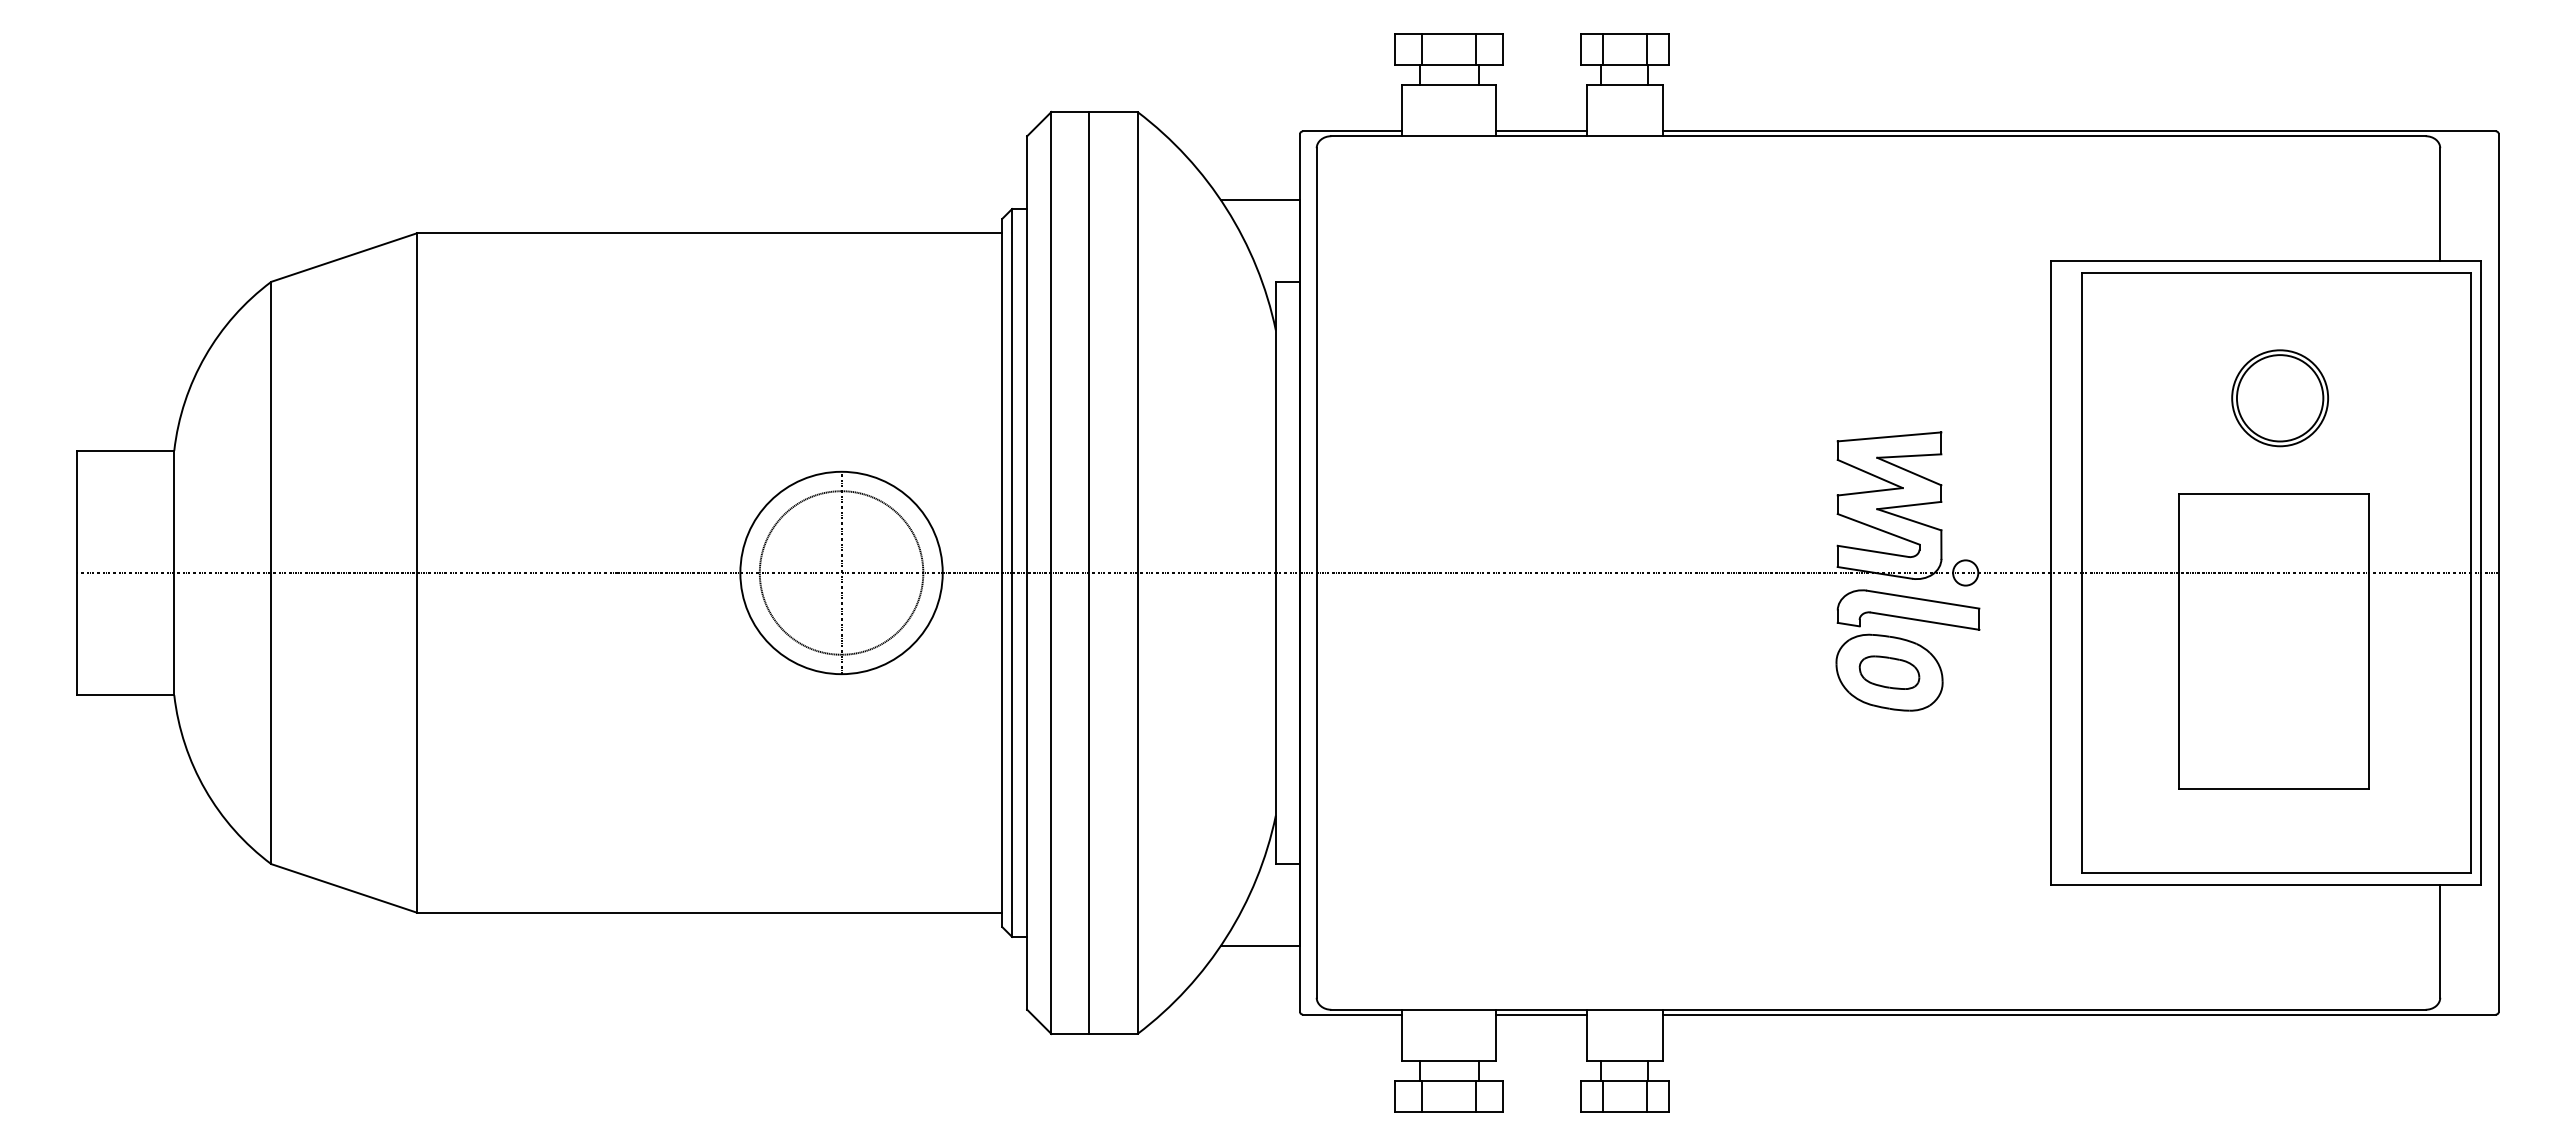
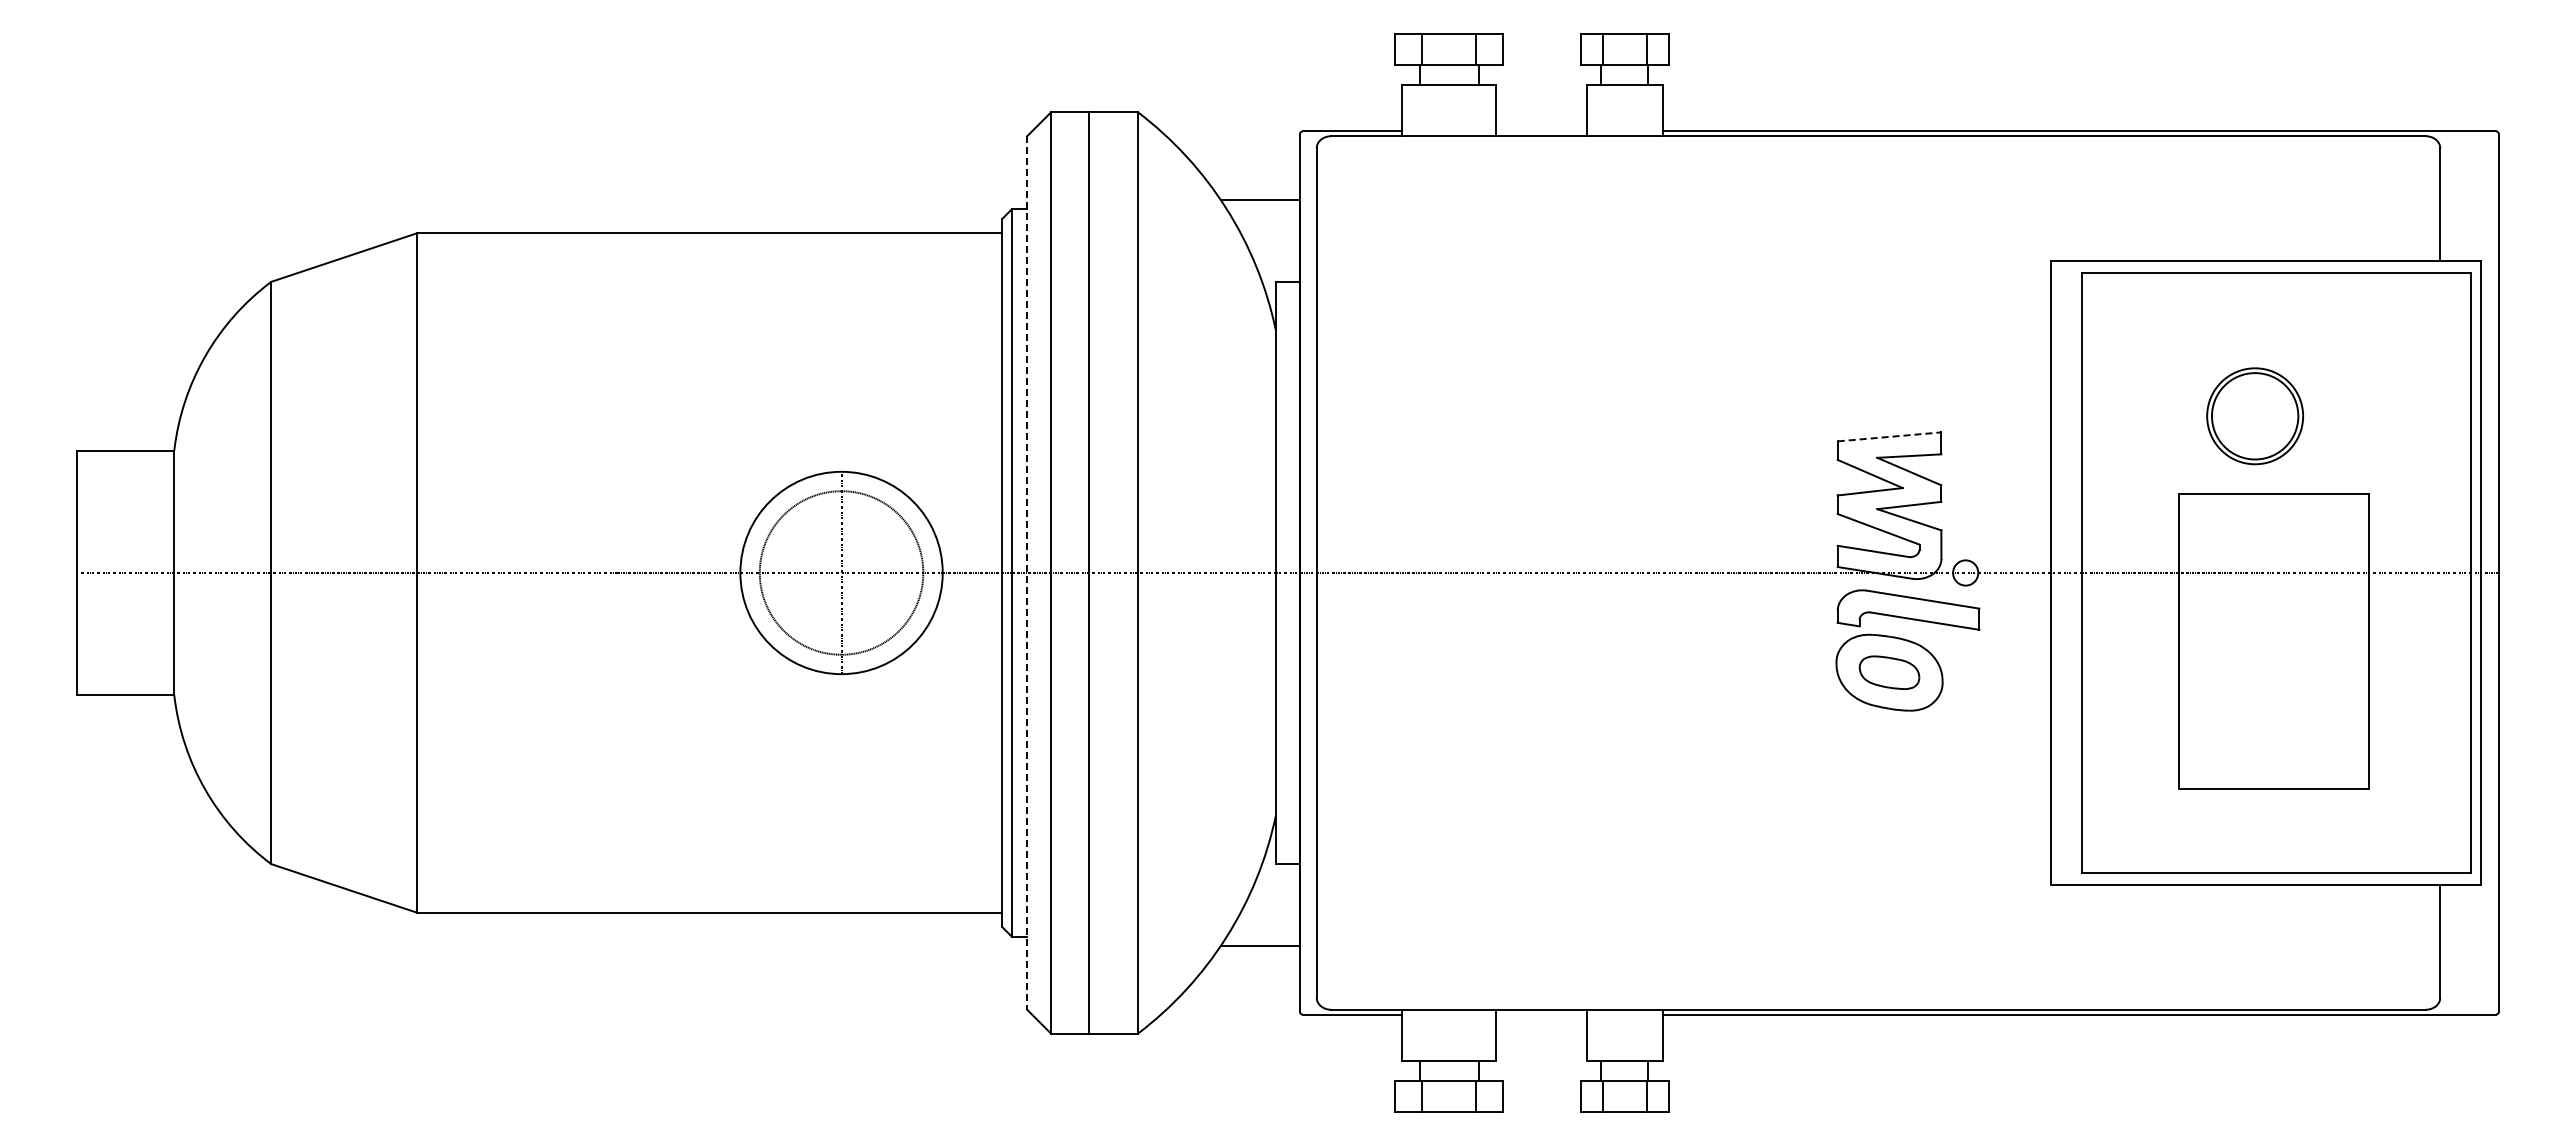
line at (1541, 131): present -> none
part at (2279, 398) position: (2279, 398) -> (2254, 416)
line at (1889, 436): solid -> dashed
line at (1027, 573): solid -> dashed
line at (1541, 1014): present -> none
